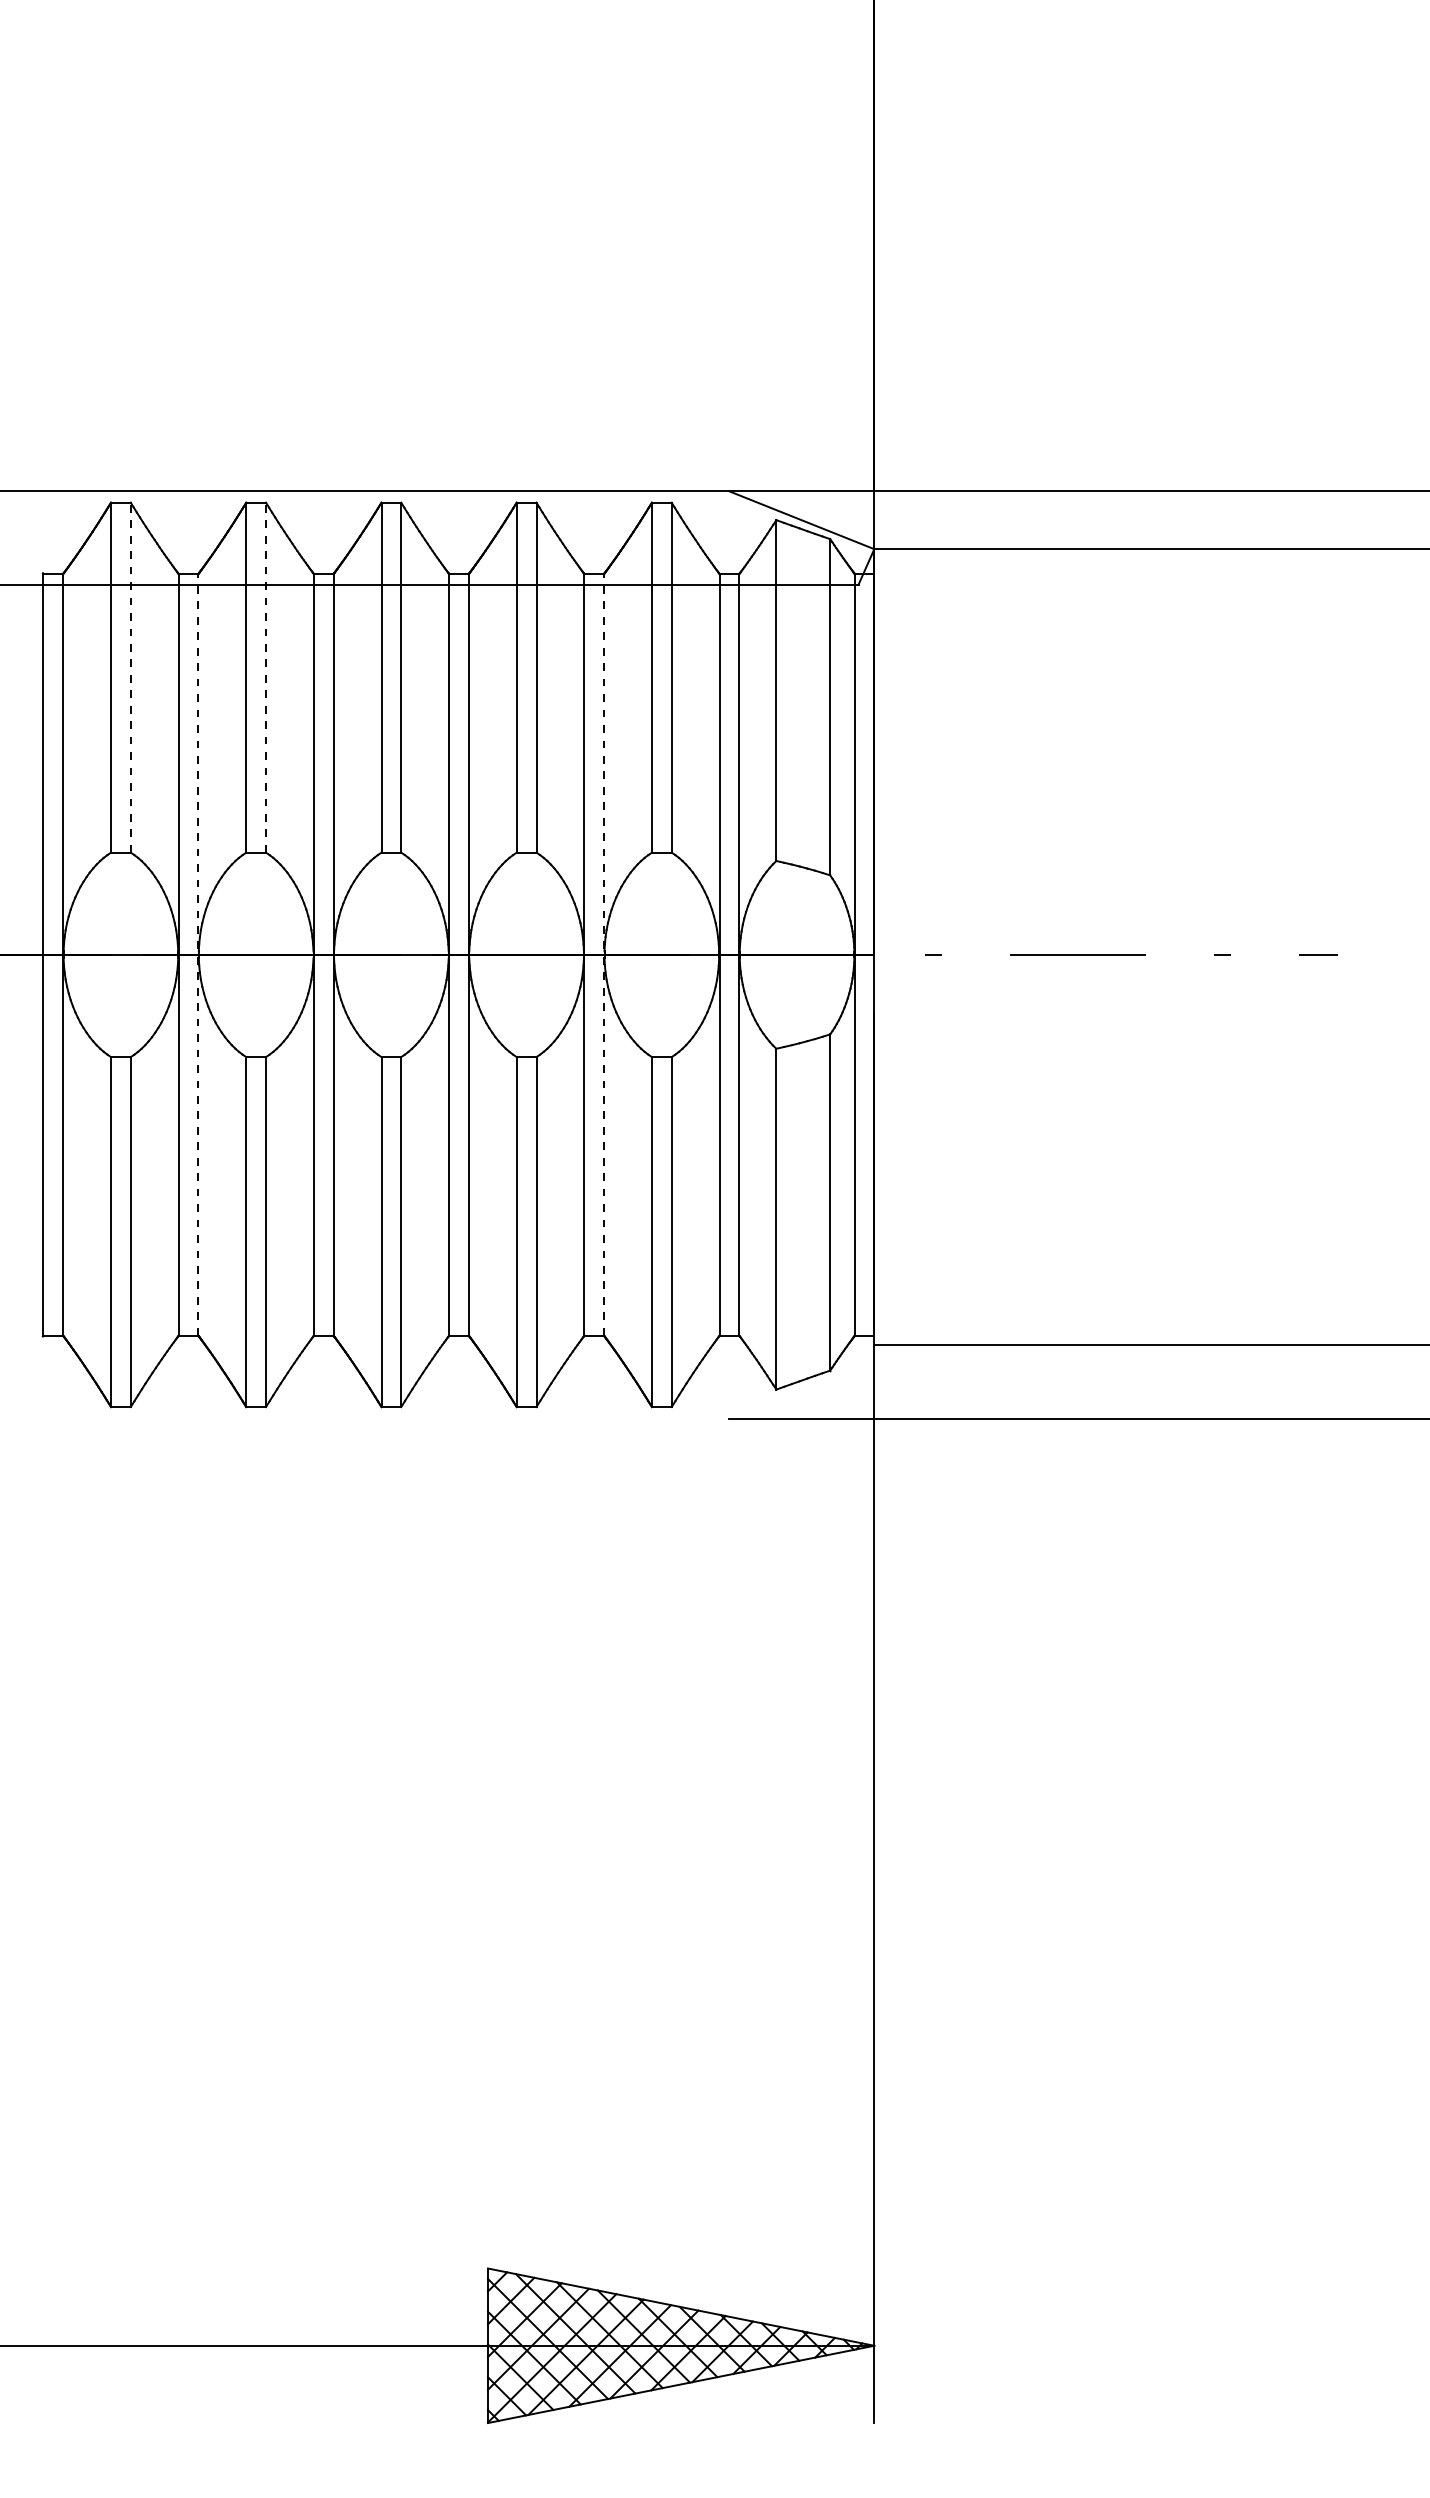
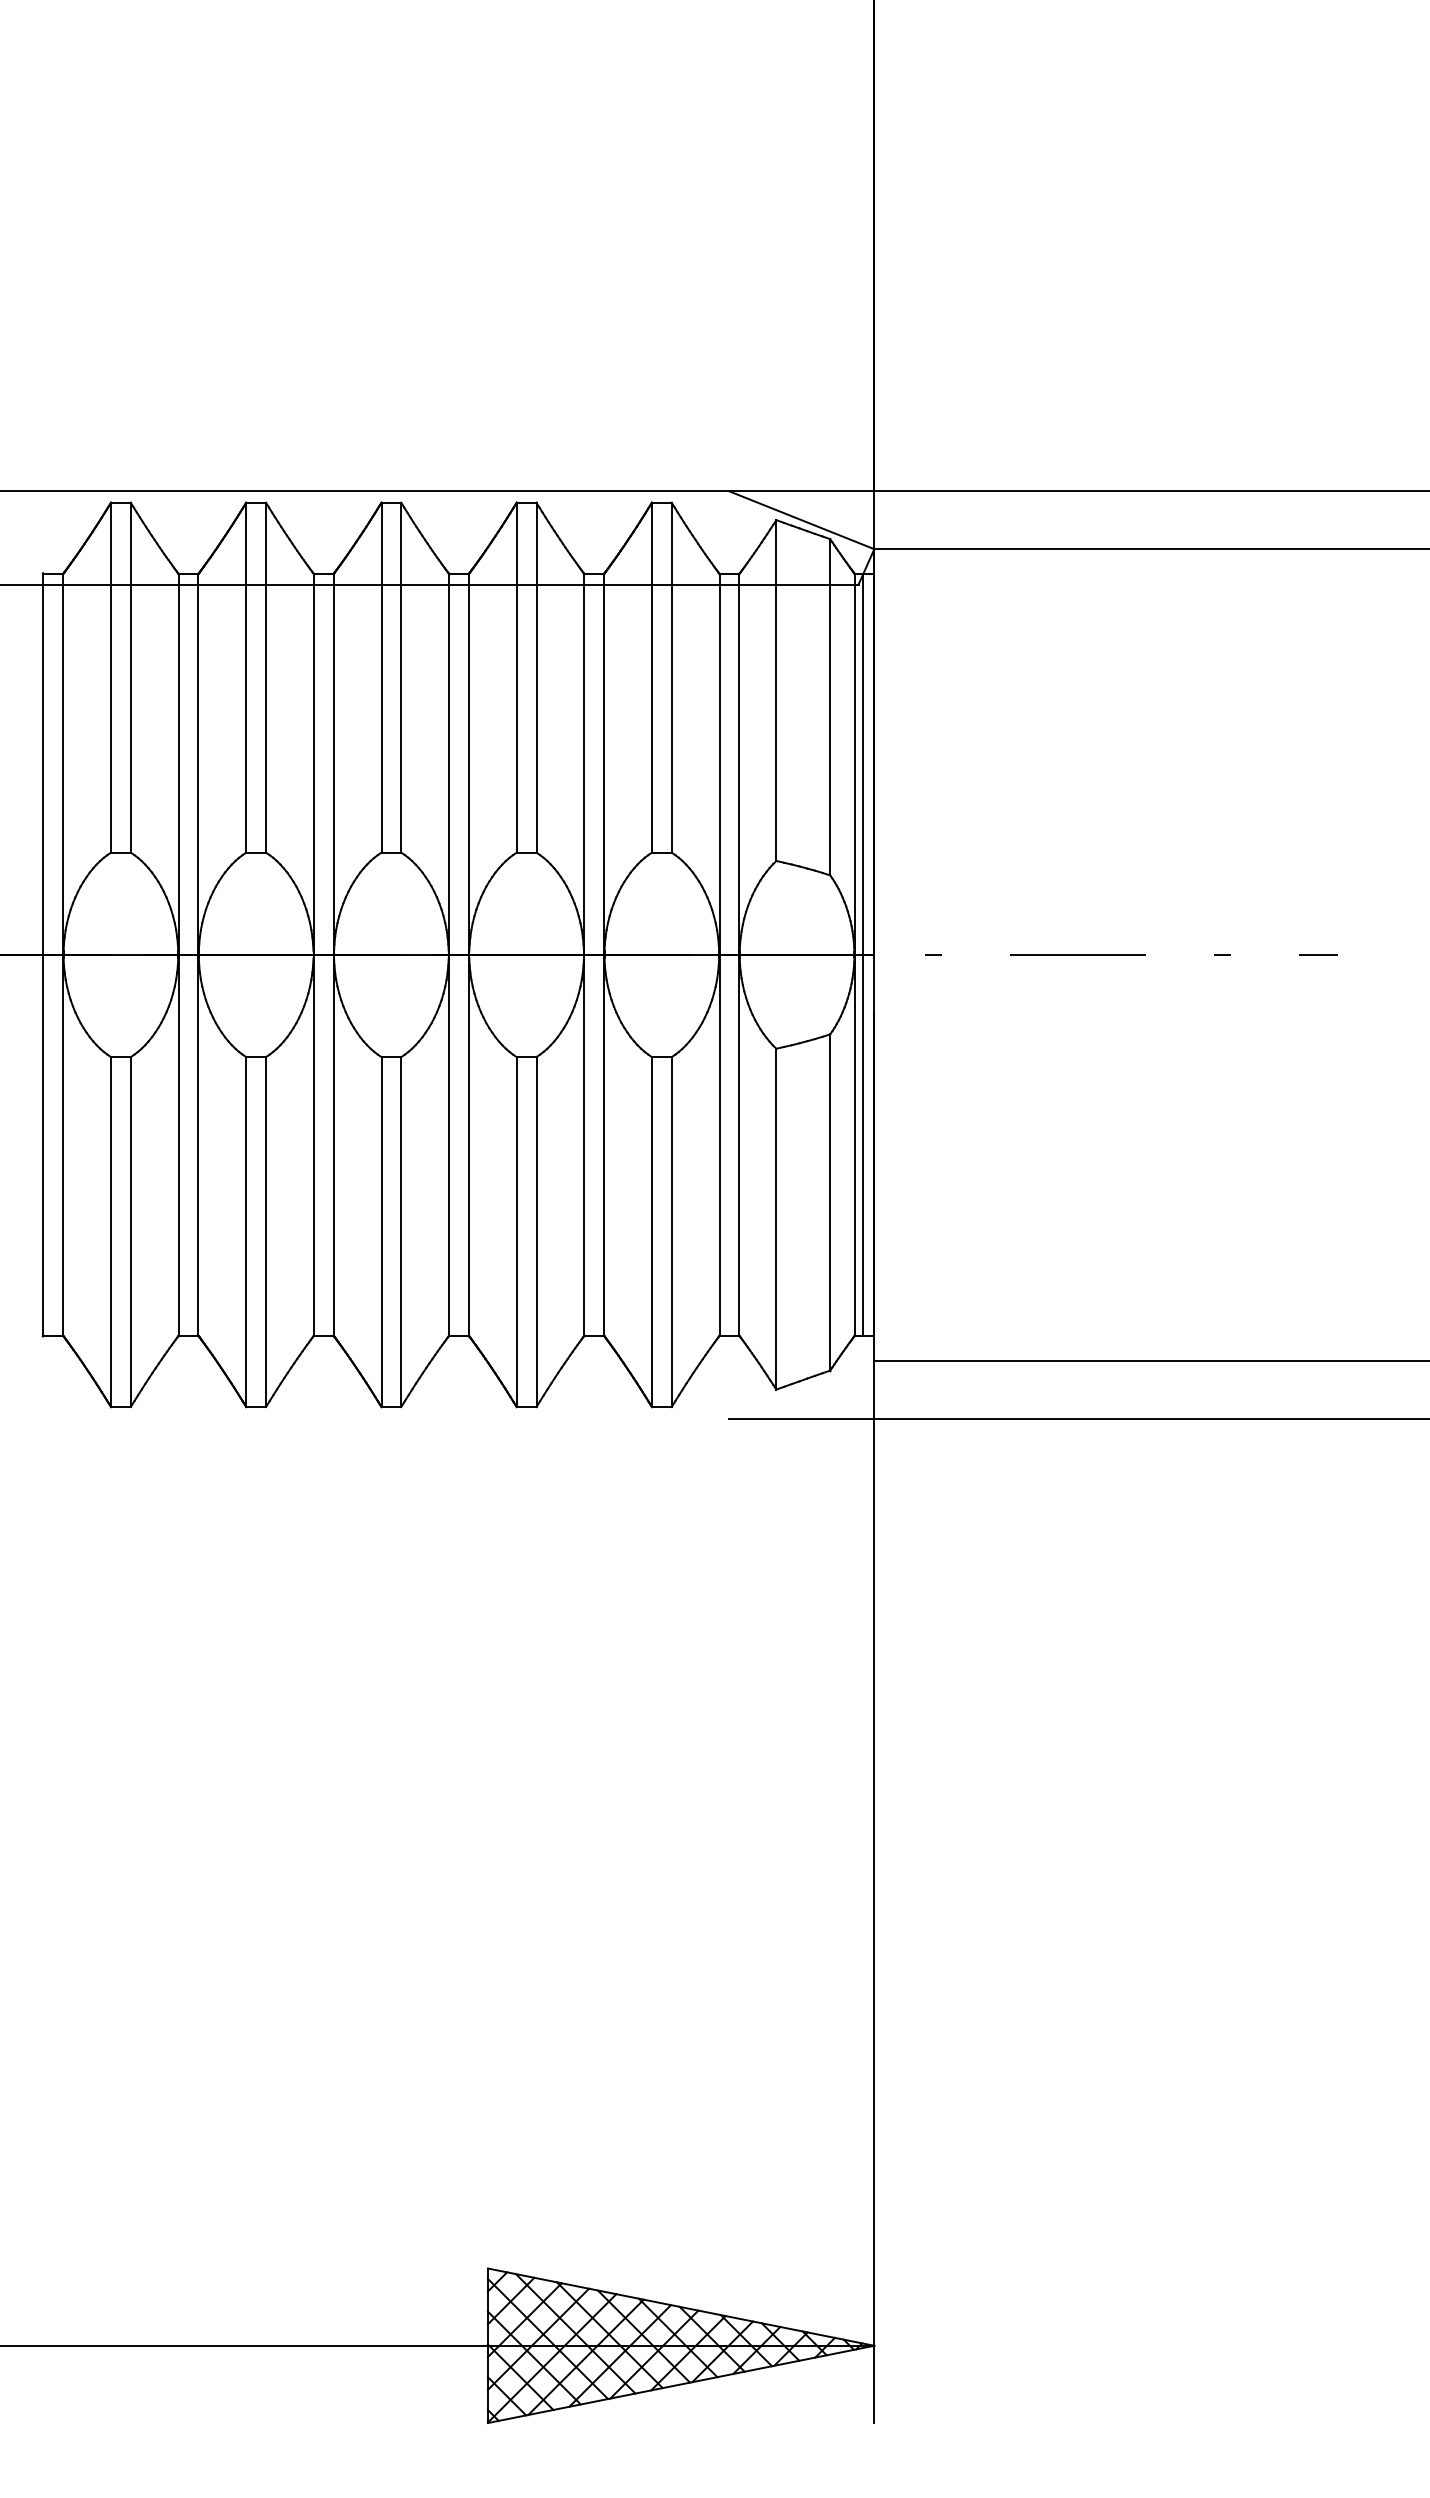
line at (130, 677): dashed -> solid
line at (266, 677): dashed -> solid
line at (198, 954): dashed -> solid
line at (604, 954): dashed -> solid
line at (863, 954): none -> present
line at (1150, 1344) position: (1150, 1344) -> (1150, 1360)
